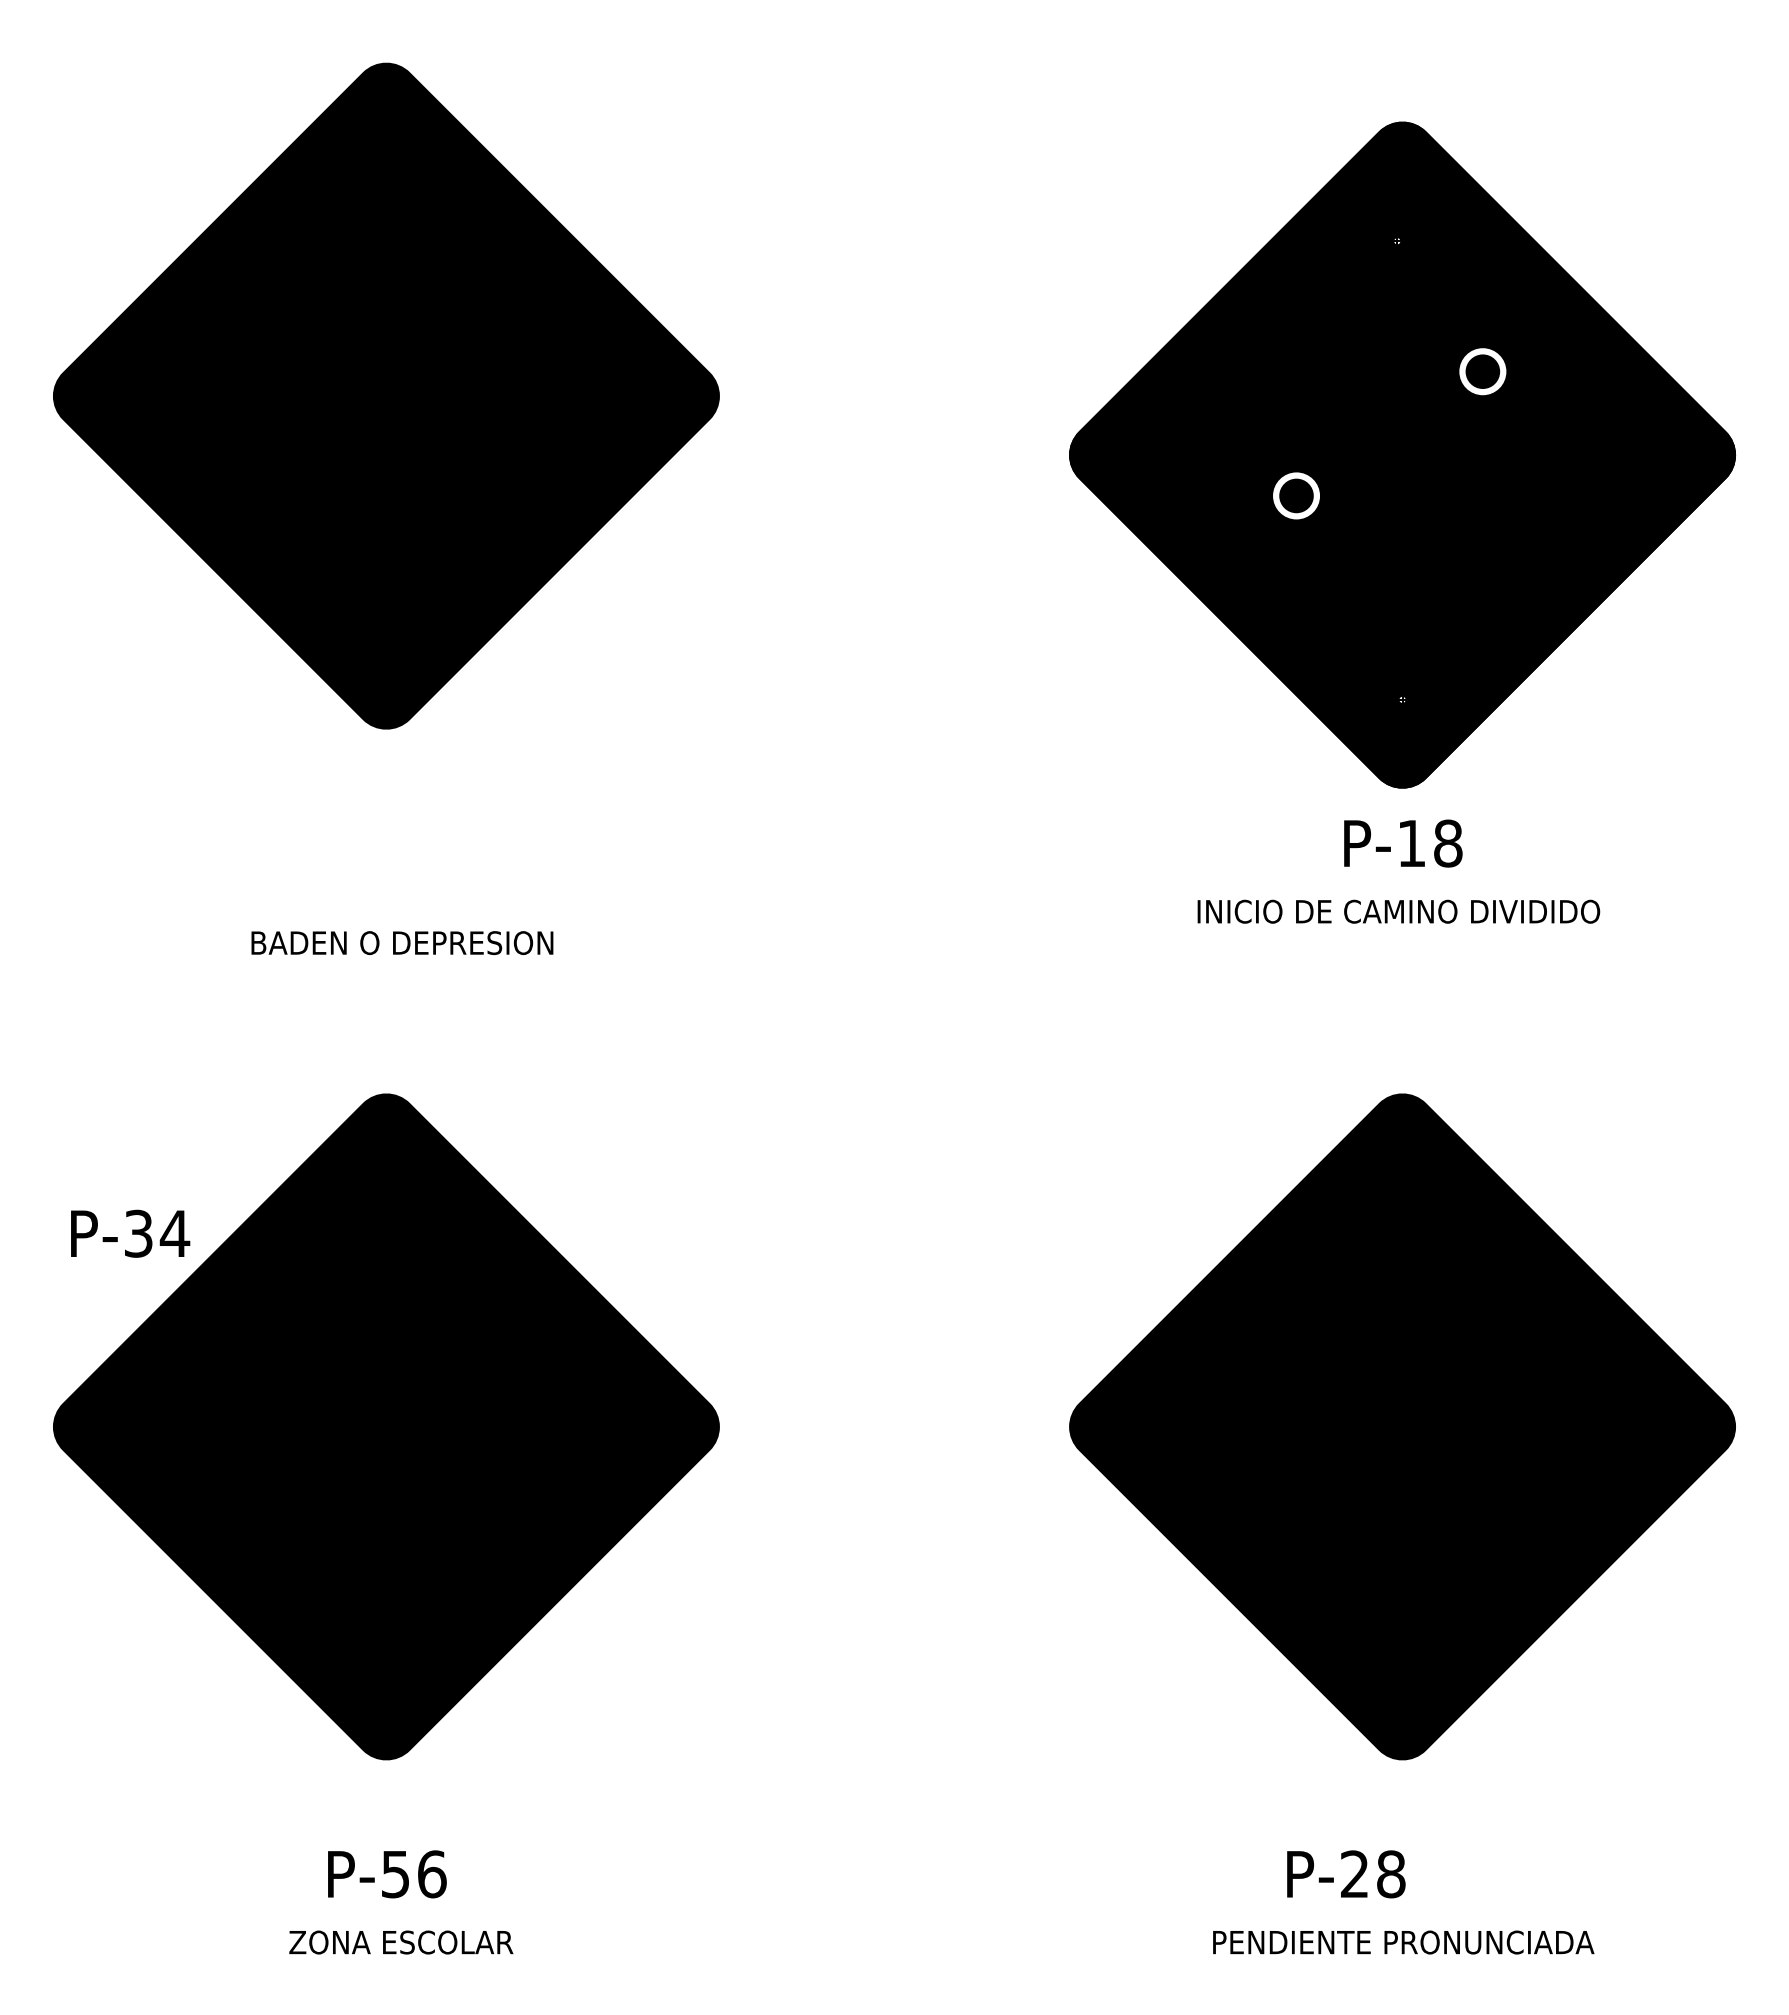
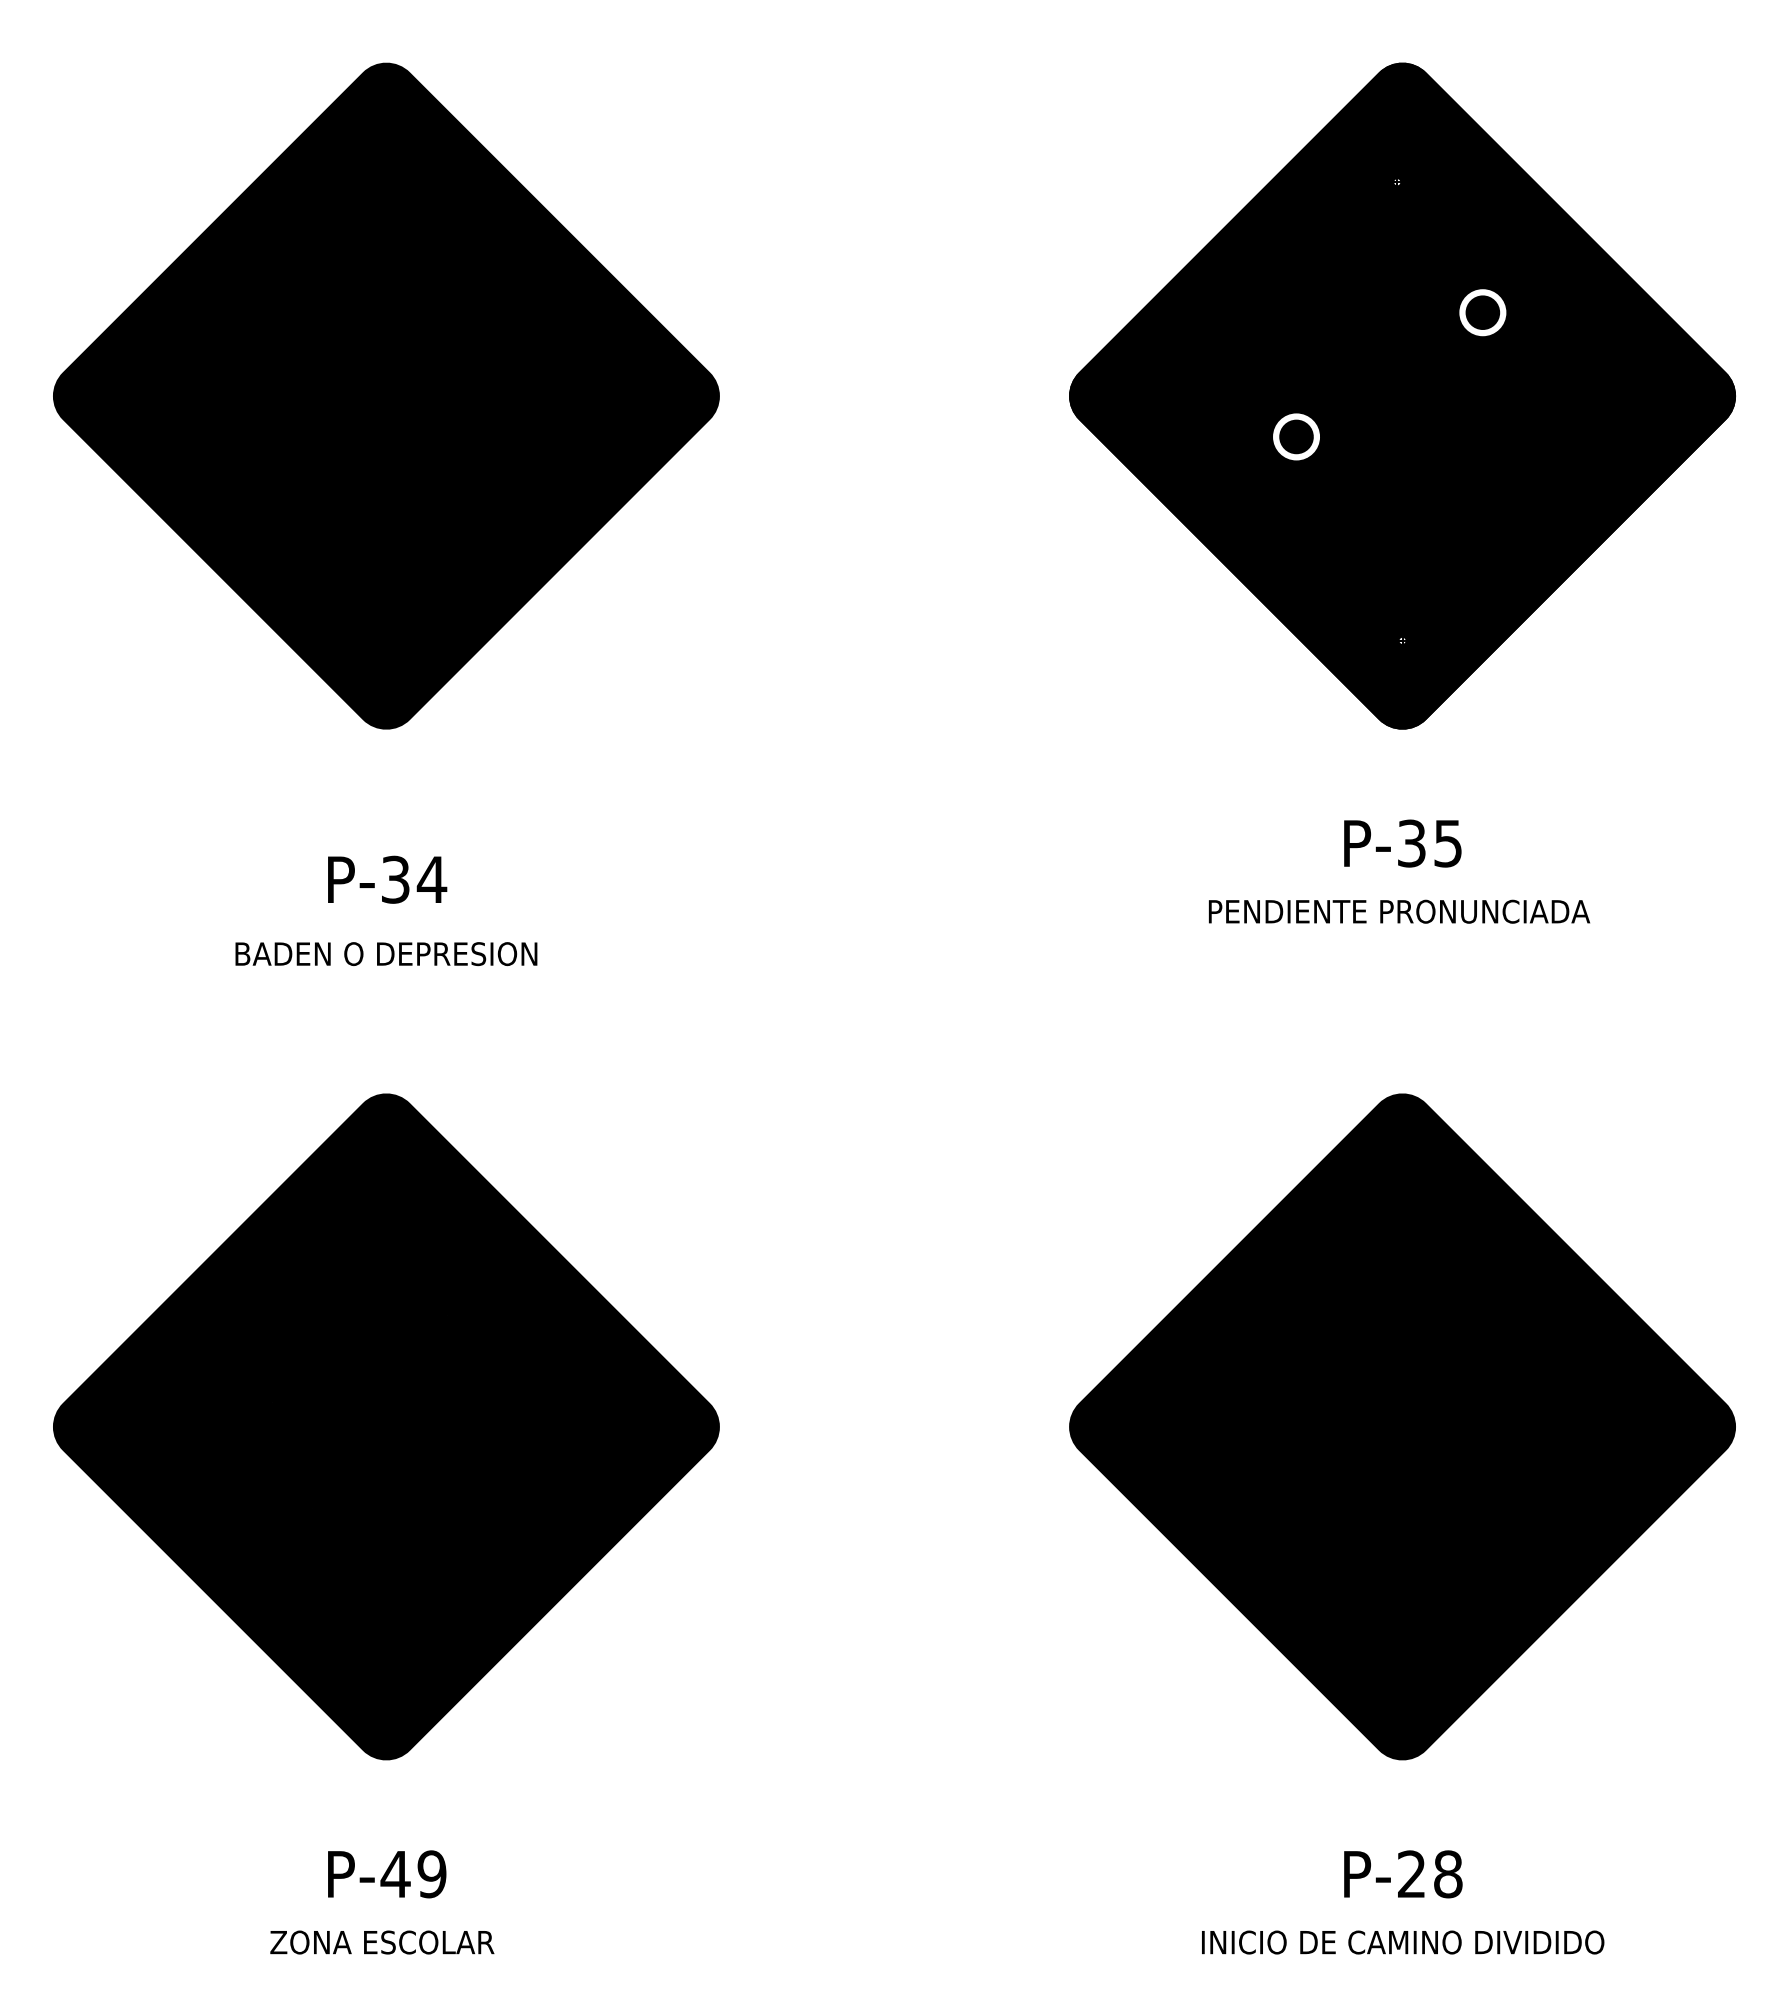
part at (1402, 454) position: (1402, 454) -> (1402, 395)
text at (1430, 843): P-18 -> P-35
text at (1398, 911): INICIO DE CAMINO DIVIDIDO -> PENDIENTE PRONUNCIADA
text at (402, 943) position: (402, 943) -> (386, 954)
text at (130, 1233) position: (130, 1233) -> (387, 879)
text at (413, 1874): P-56 -> P-49
text at (1346, 1874) position: (1346, 1874) -> (1403, 1874)
text at (401, 1942) position: (401, 1942) -> (382, 1942)
text at (1403, 1942): PENDIENTE PRONUNCIADA -> INICIO DE CAMINO DIVIDIDO
